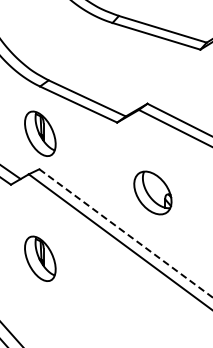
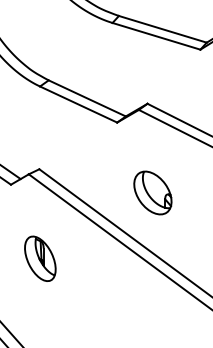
part at (40, 133): present -> none
line at (125, 233): dashed -> solid
